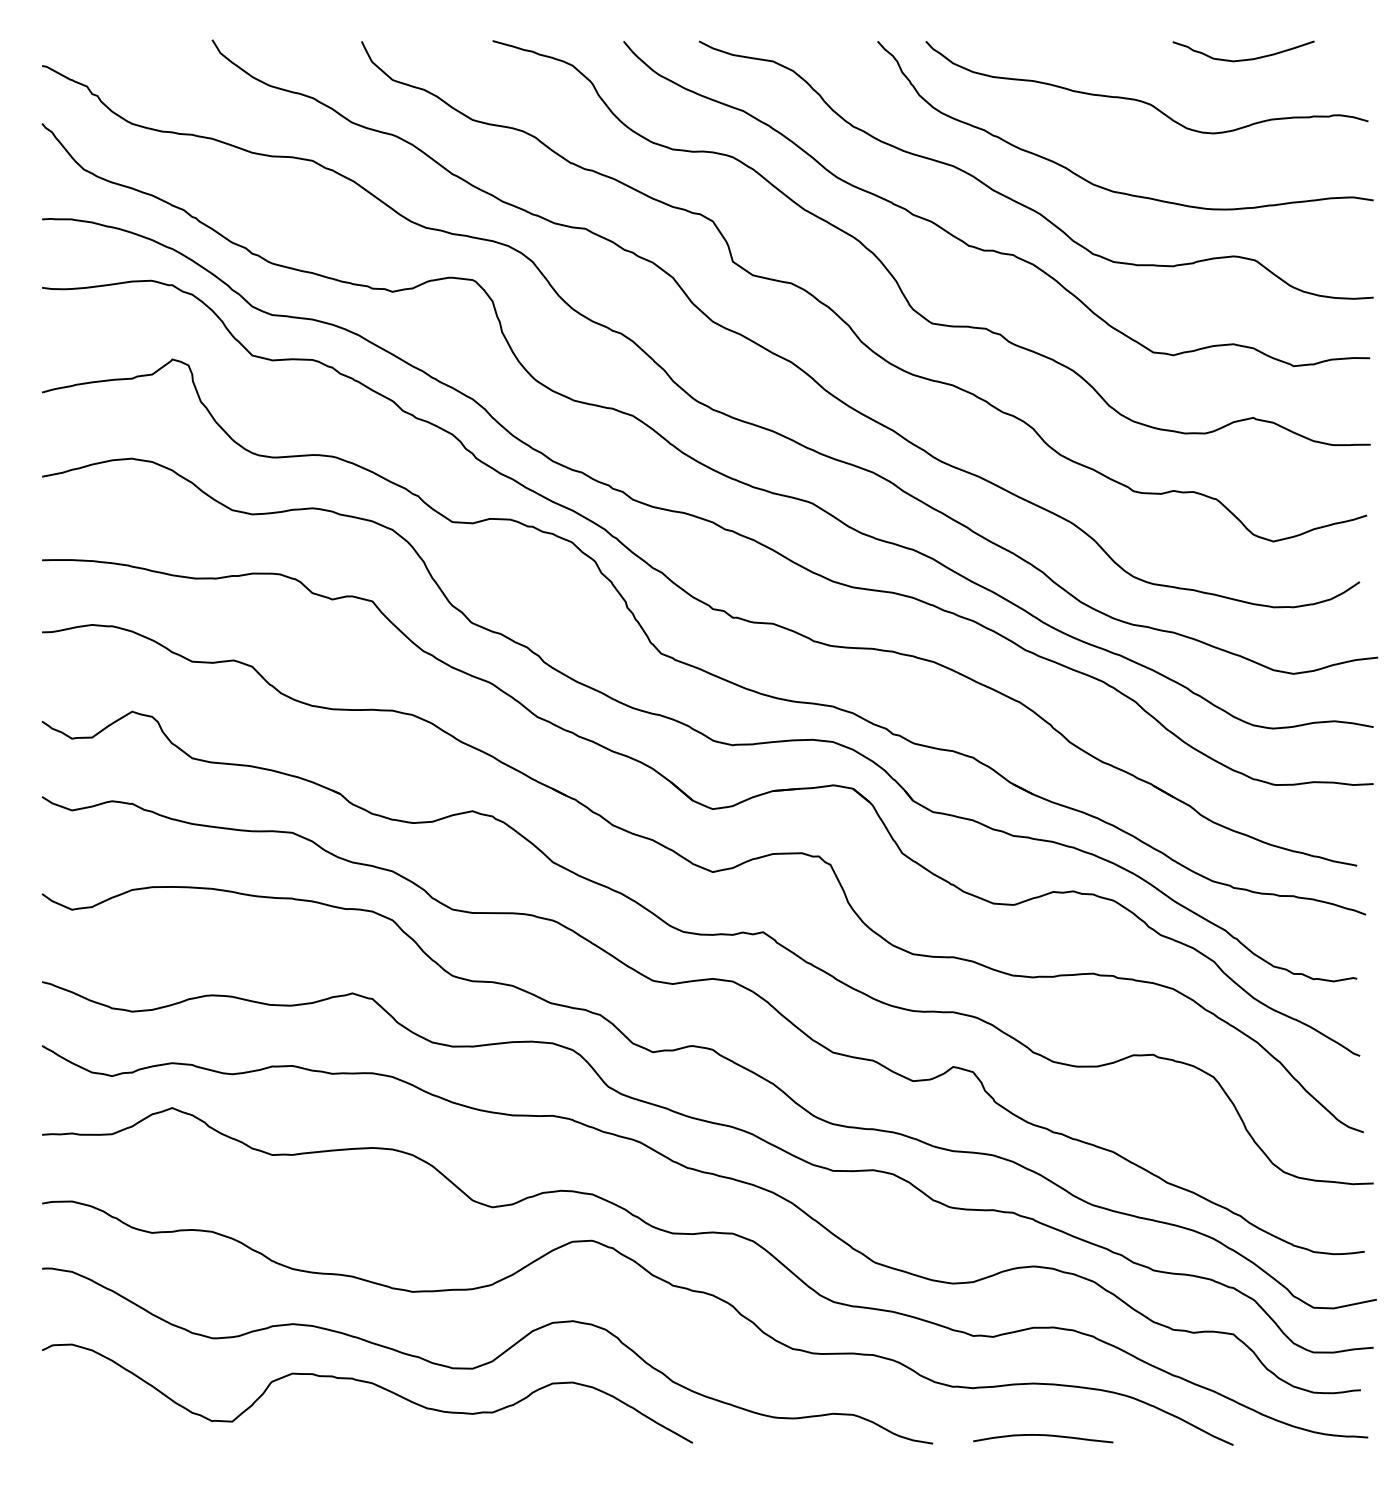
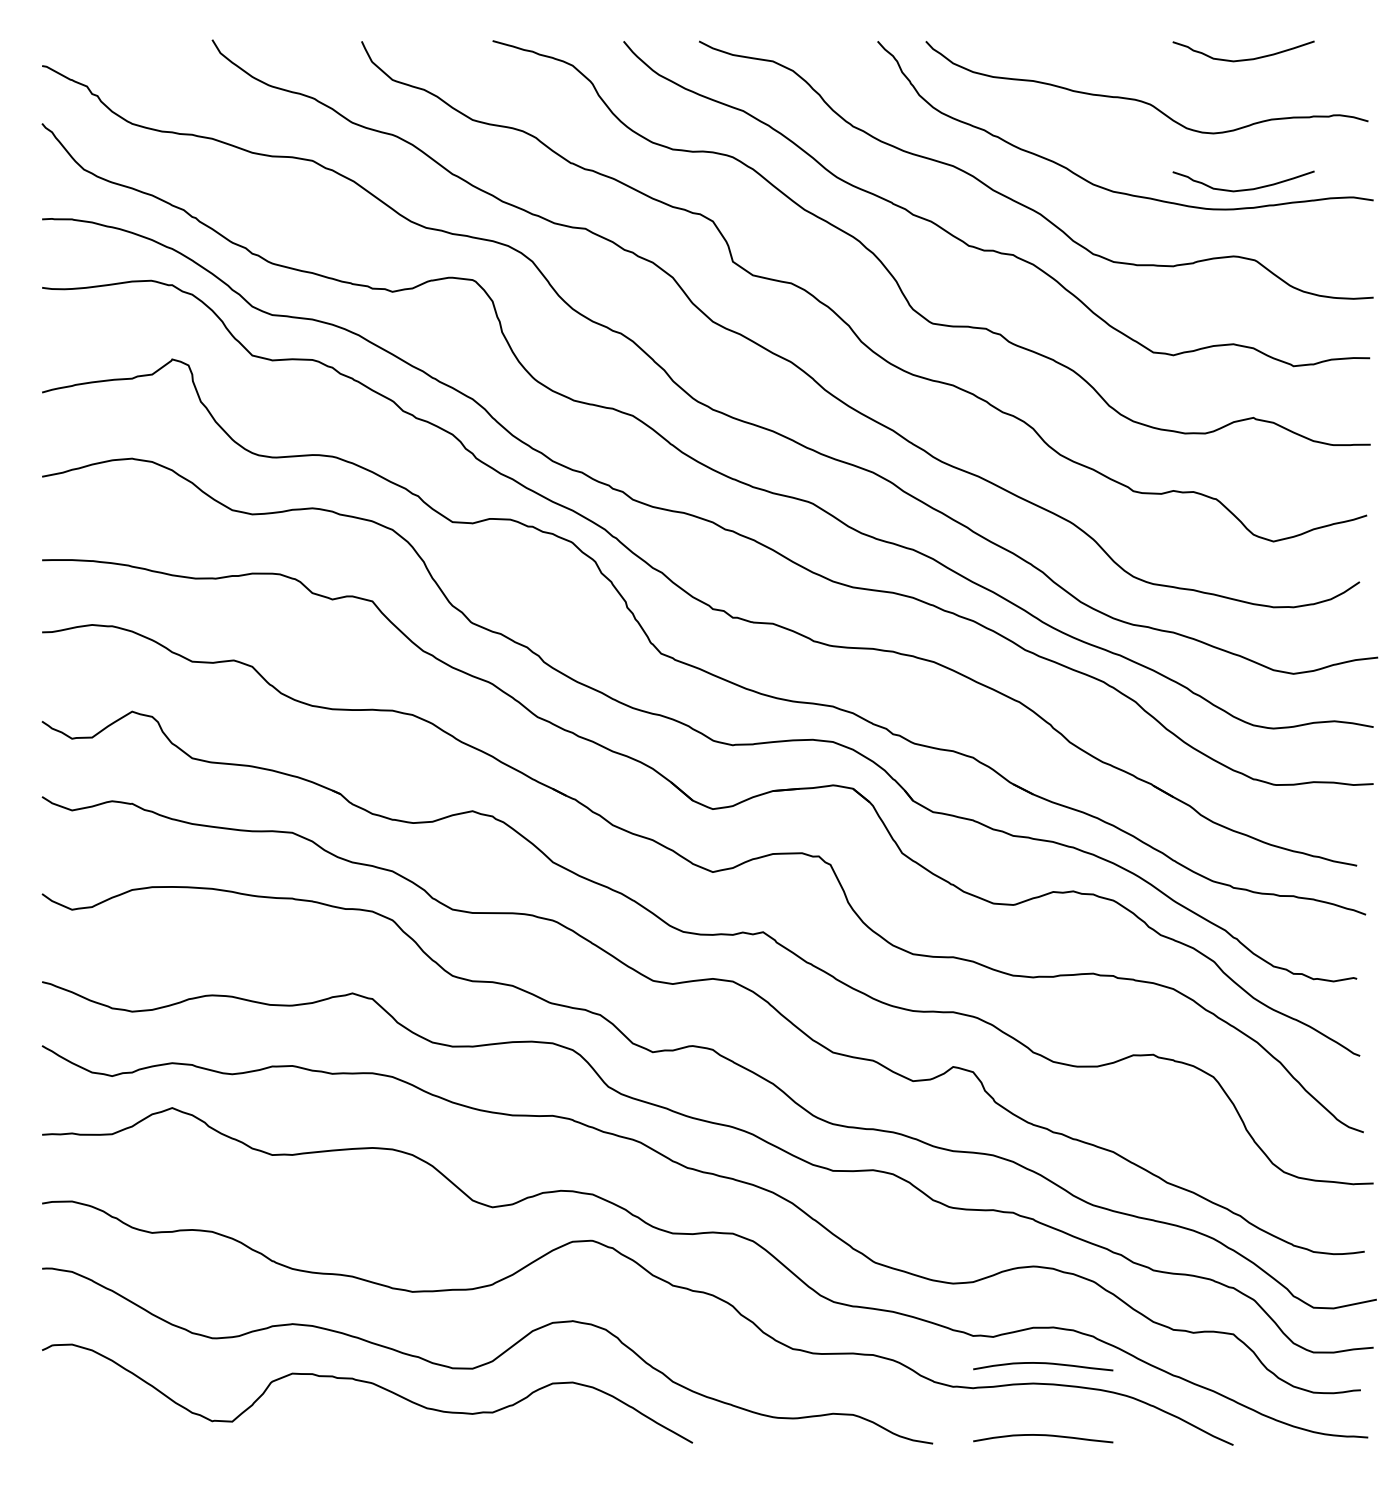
curve at (1243, 189): none -> present
curve at (1044, 1364): none -> present
